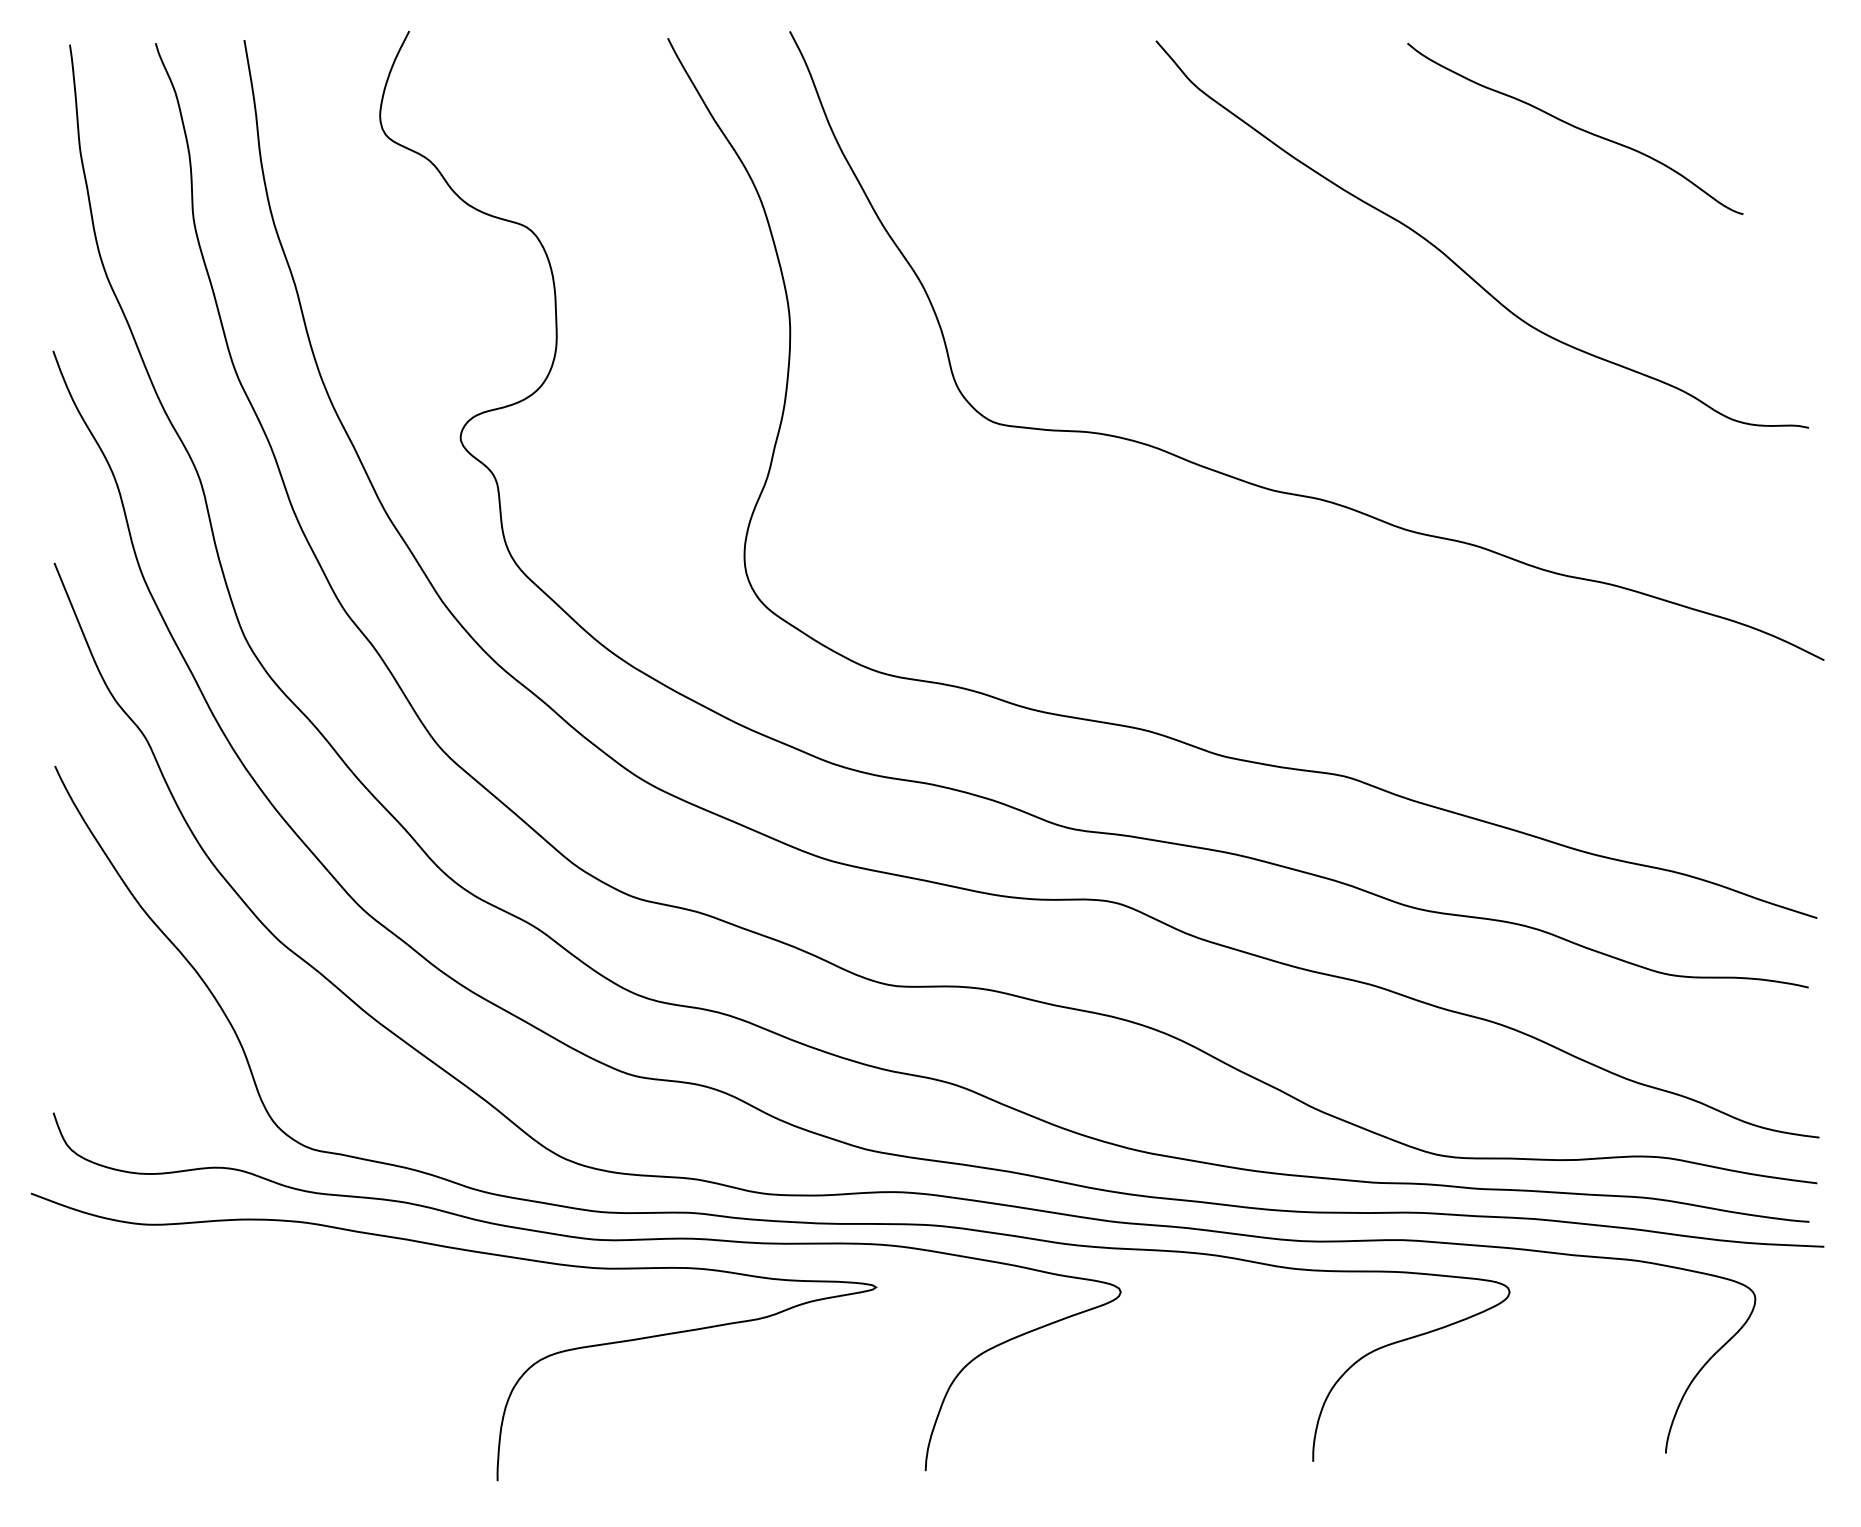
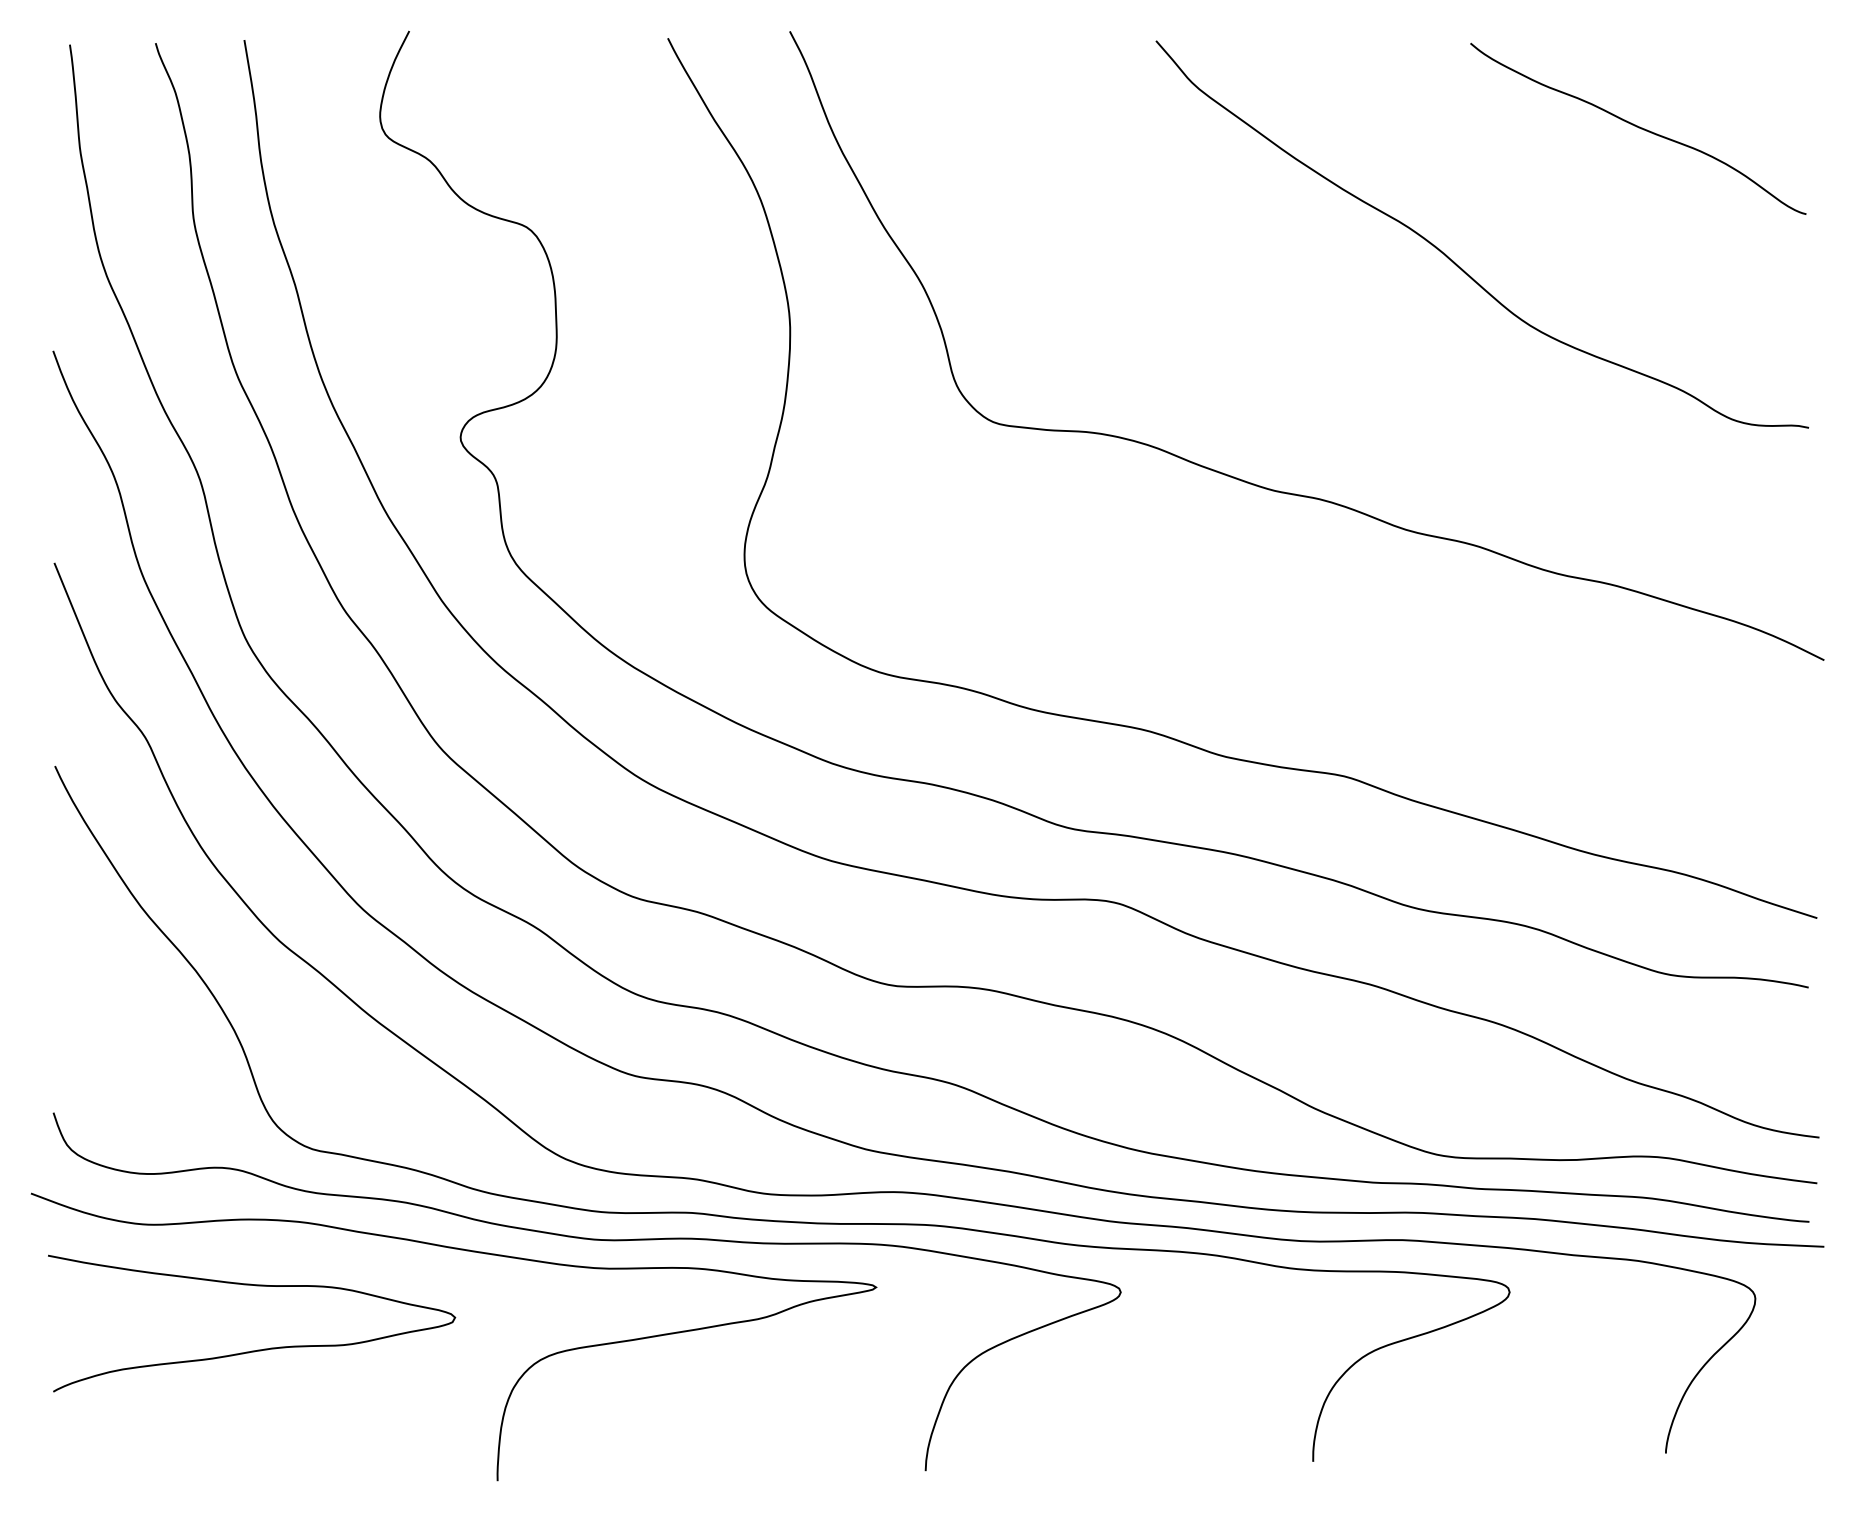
curve at (1575, 128) position: (1575, 128) -> (1638, 128)
curve at (257, 1349): none -> present
